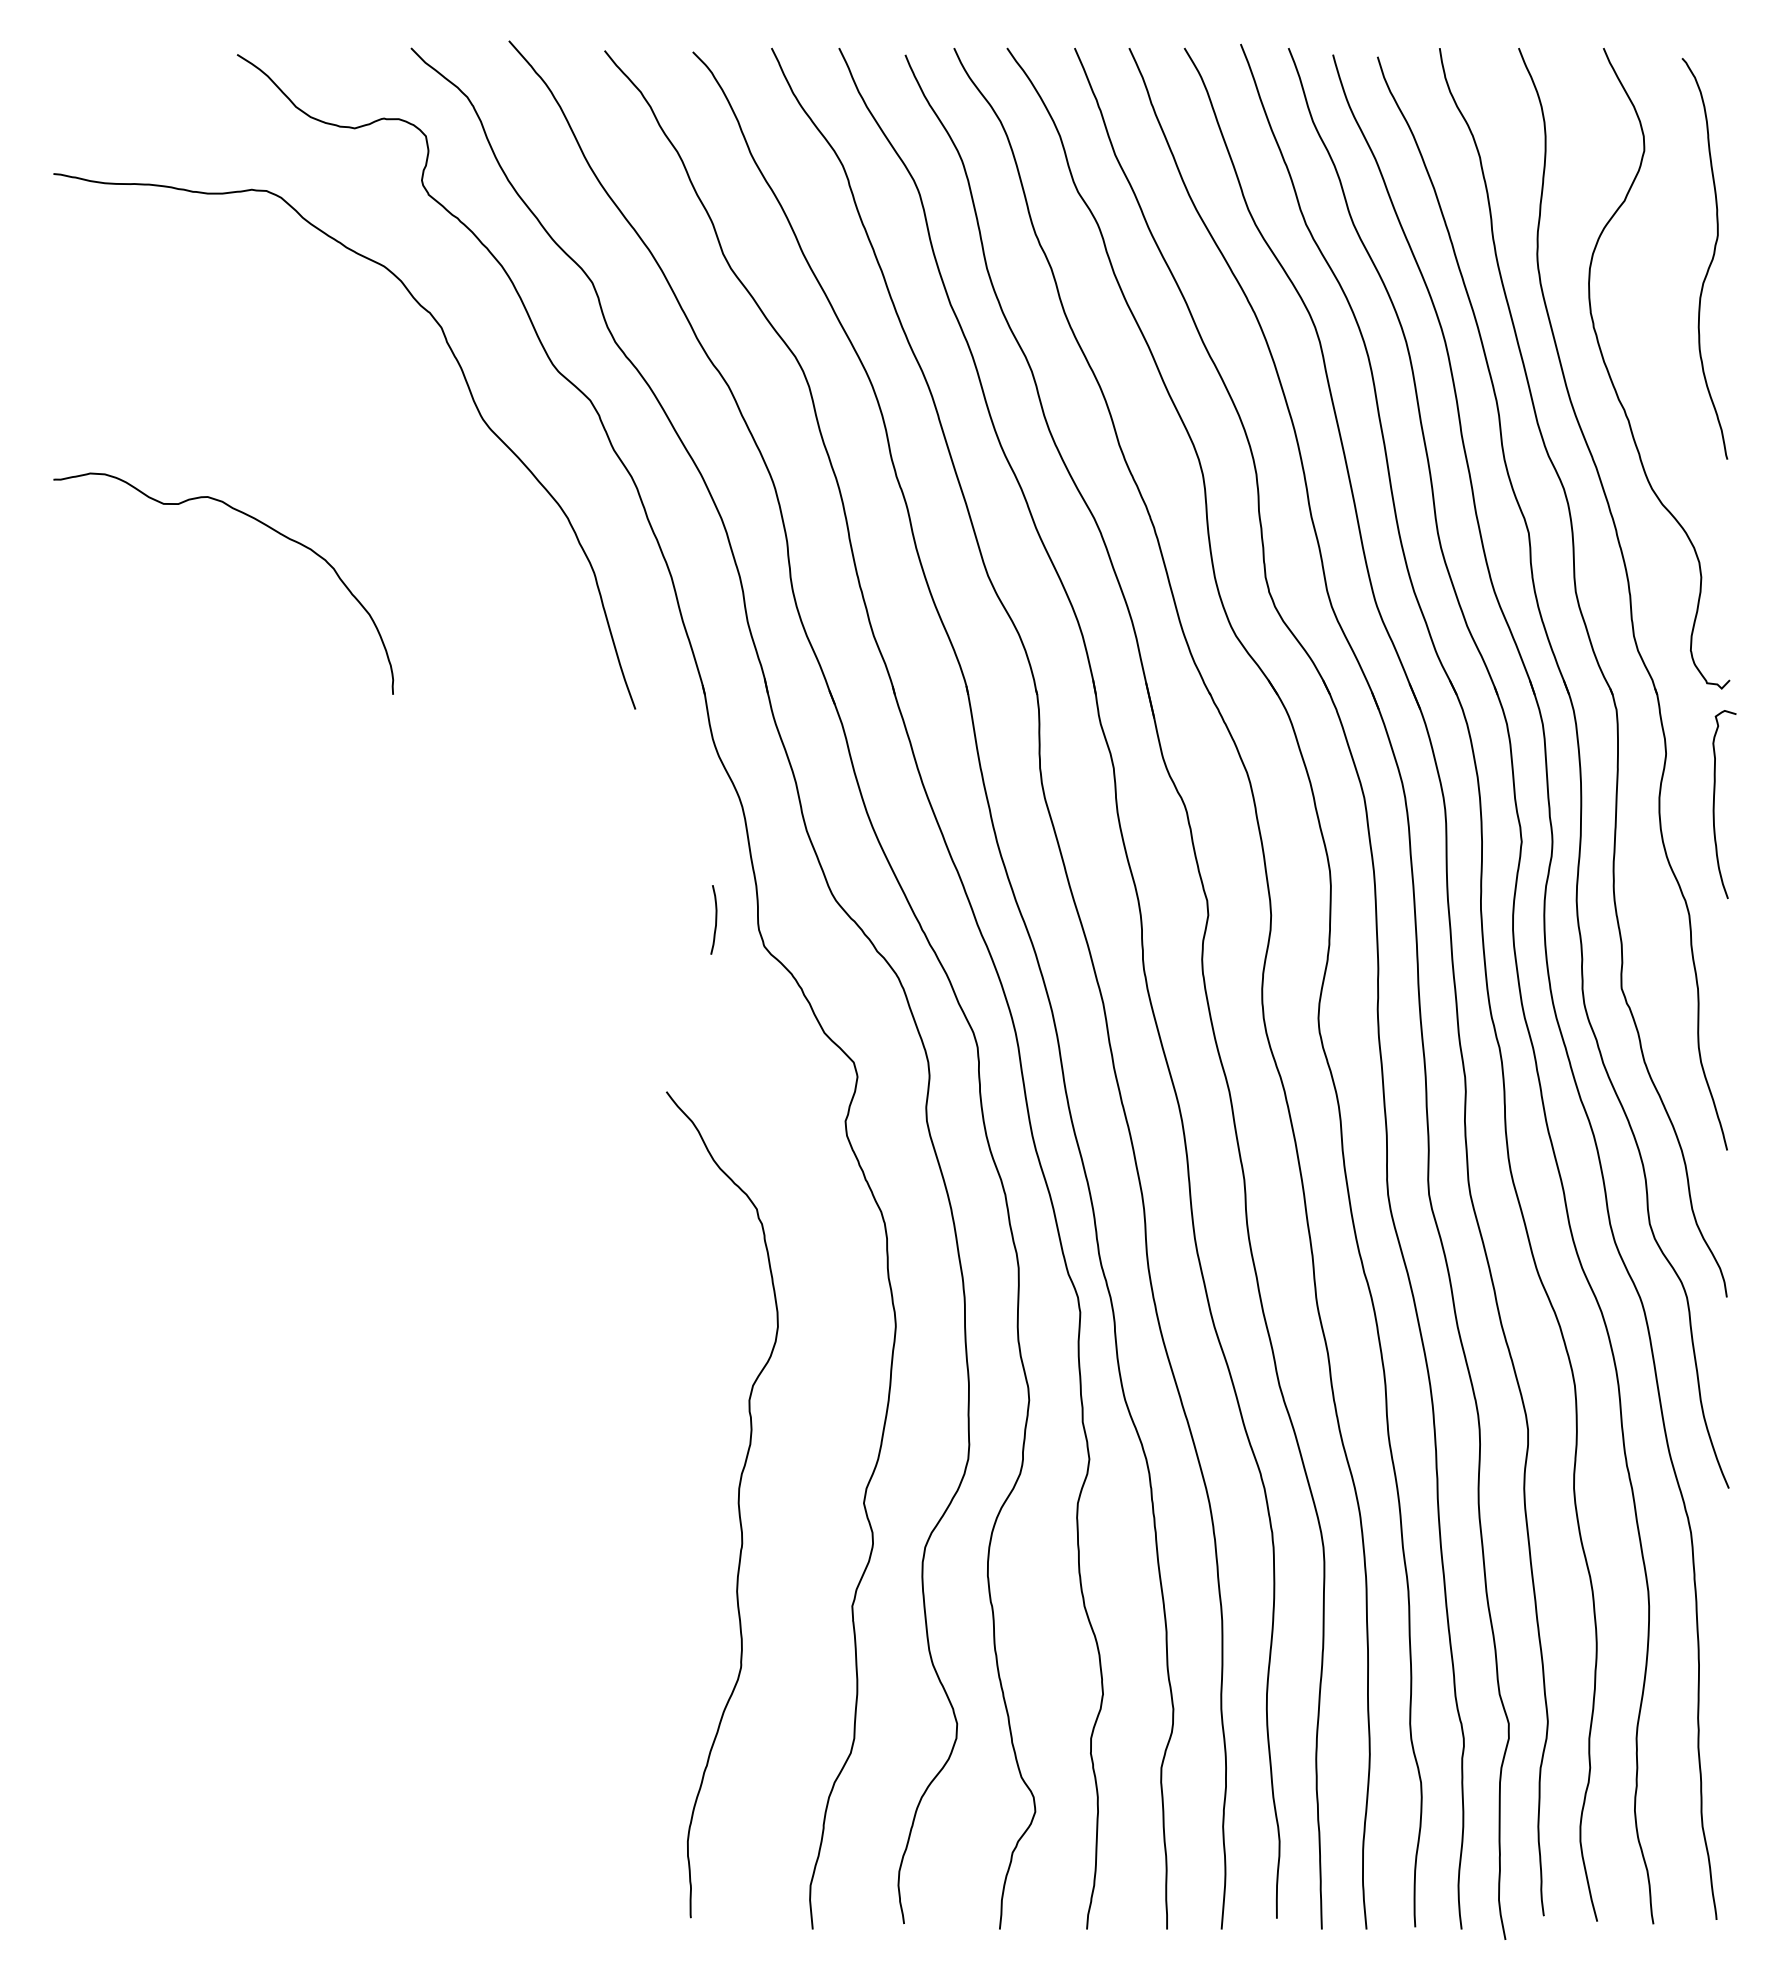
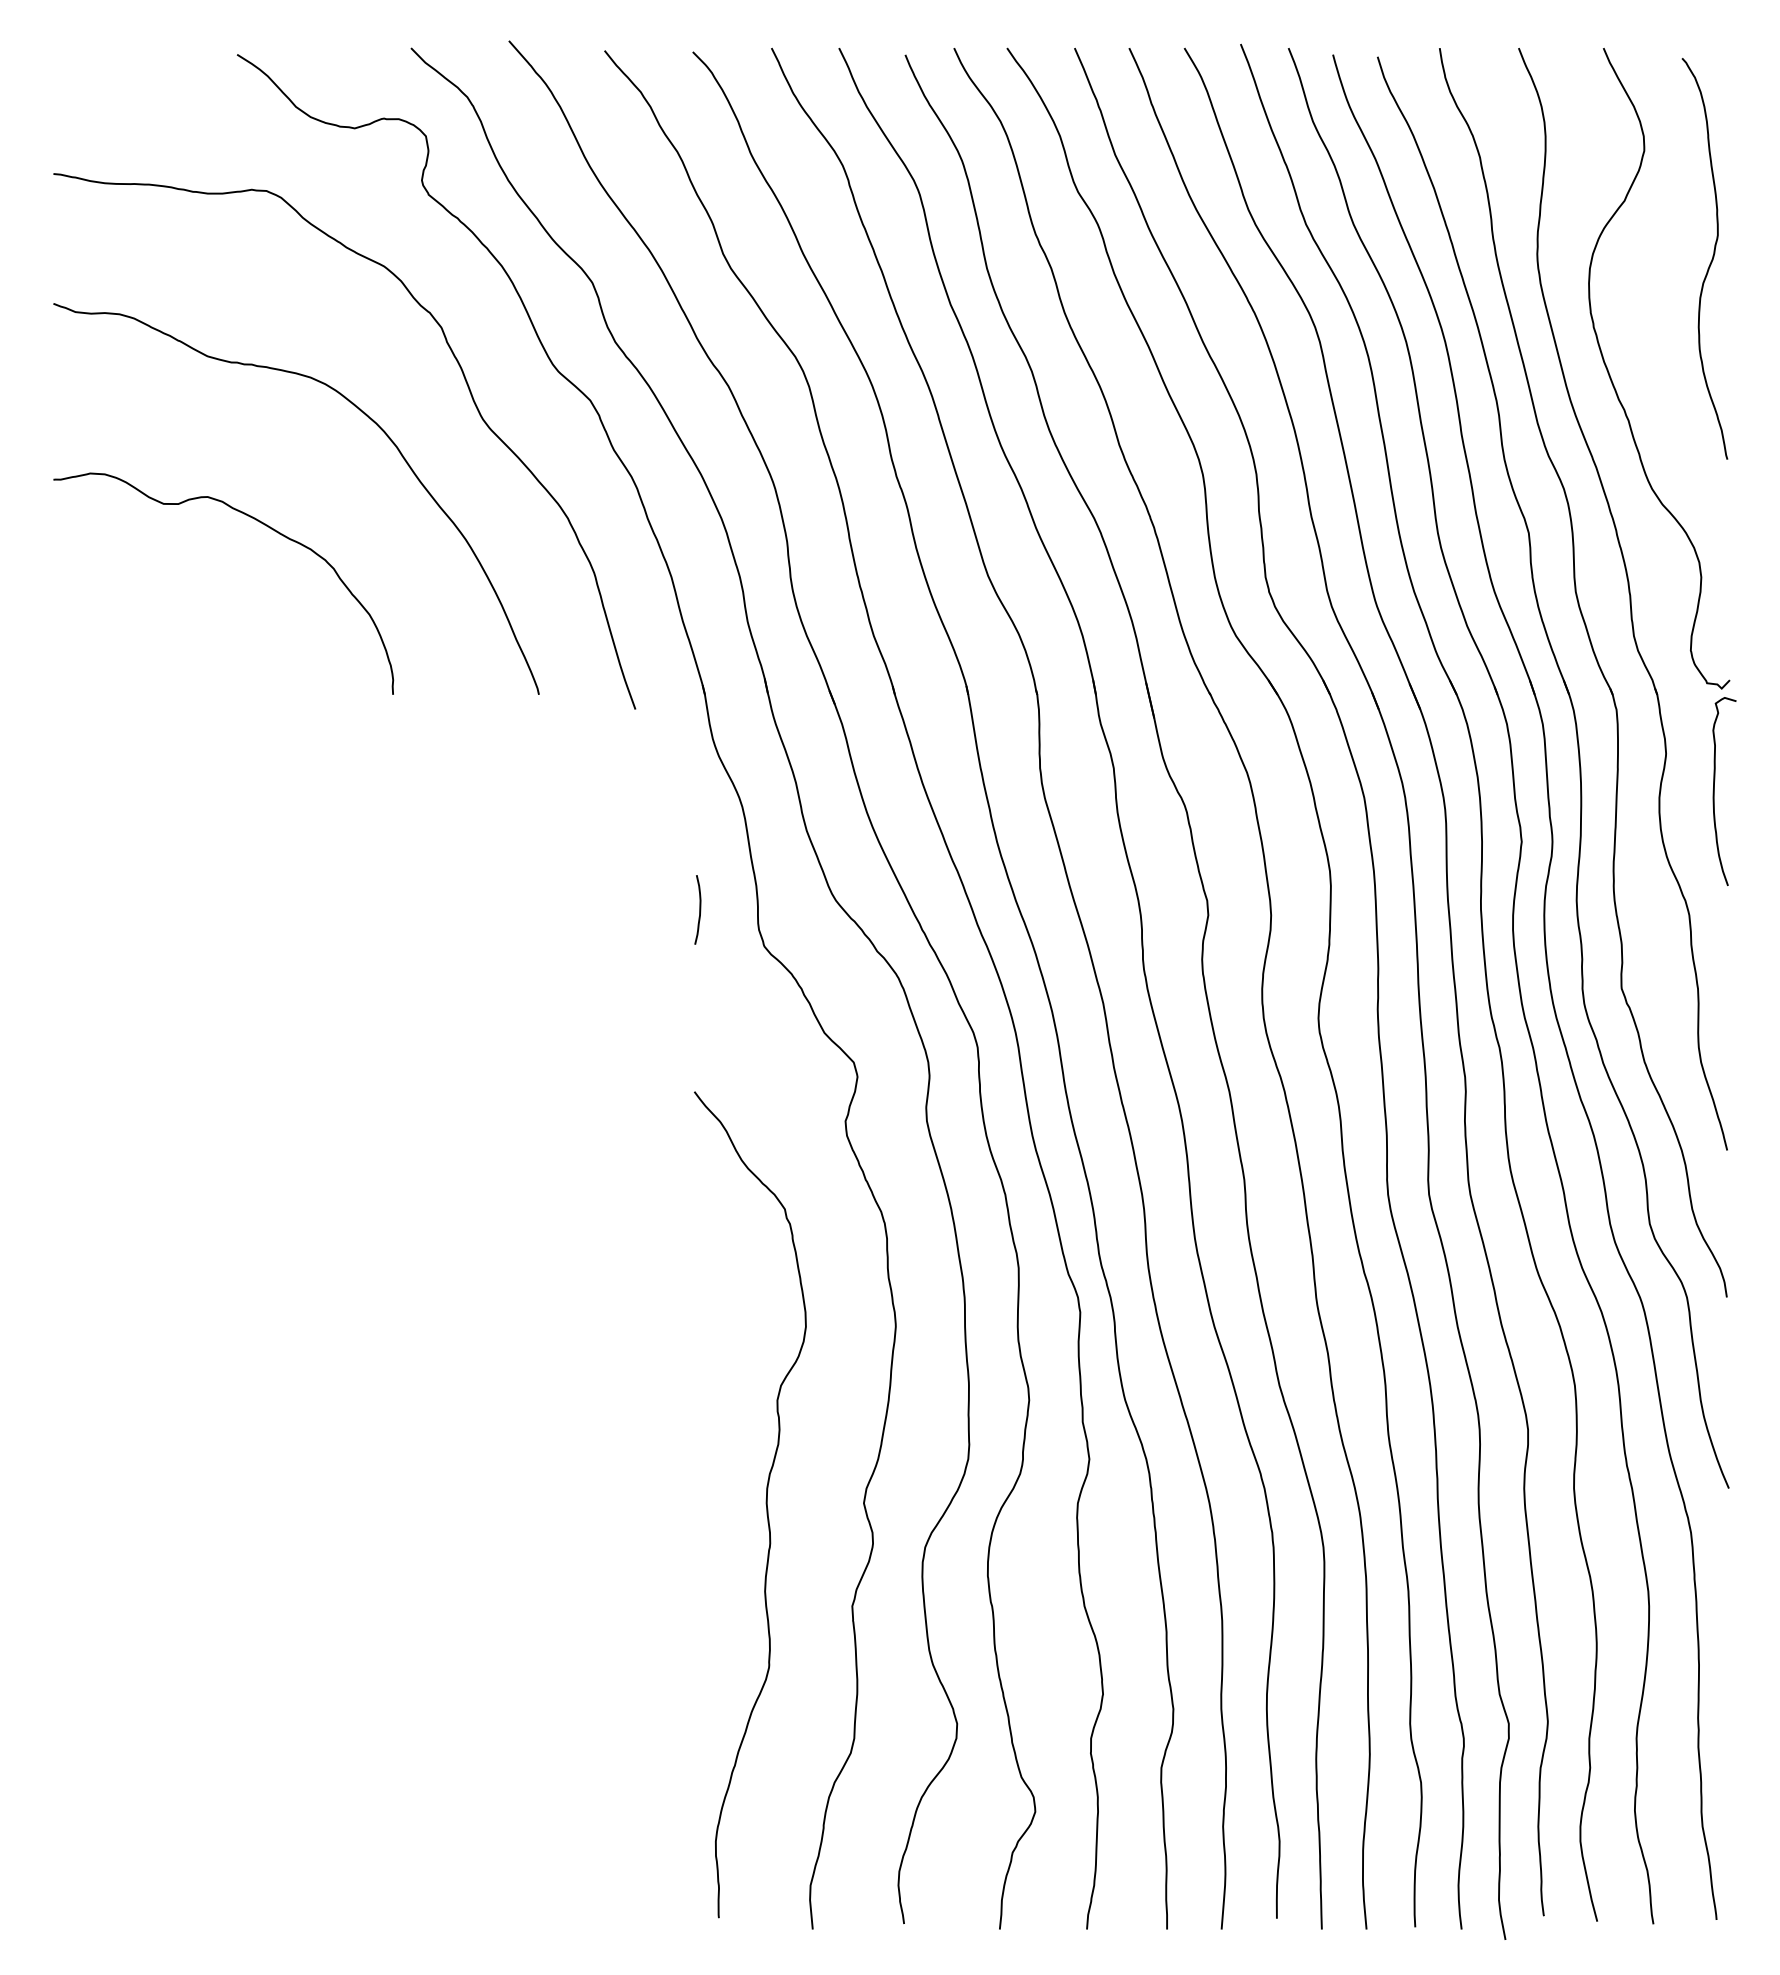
curve at (368, 418): none -> present
curve at (1714, 804) position: (1714, 804) -> (1714, 791)
curve at (715, 919) position: (715, 919) -> (699, 909)
curve at (737, 1504) position: (737, 1504) -> (765, 1504)
